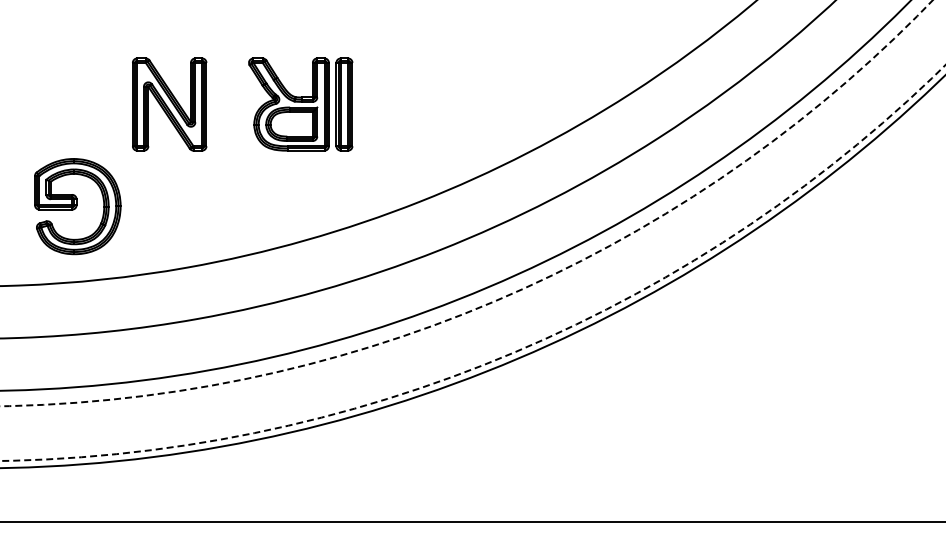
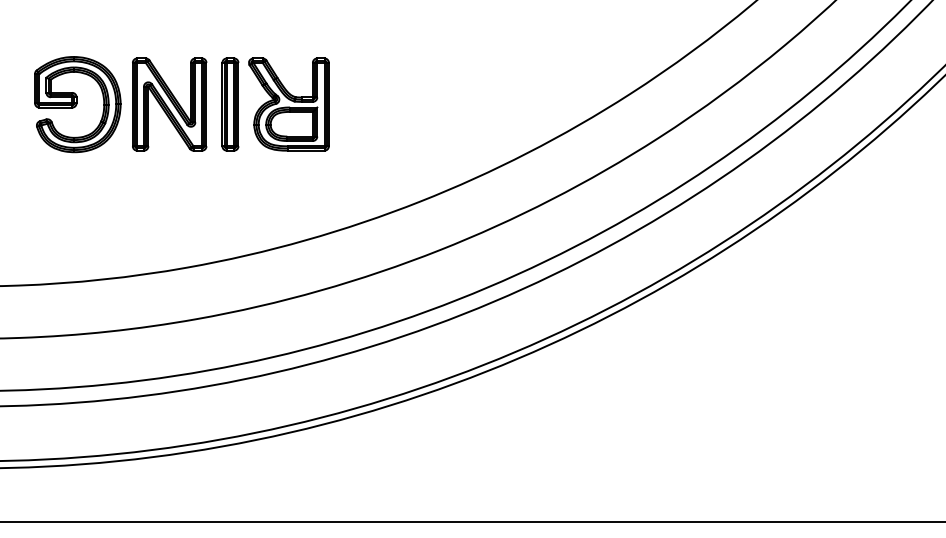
part at (344, 104) position: (344, 104) -> (230, 104)
circle at (466, 203): dashed -> solid
part at (77, 206) position: (77, 206) -> (77, 104)
circle at (472, 262): dashed -> solid
